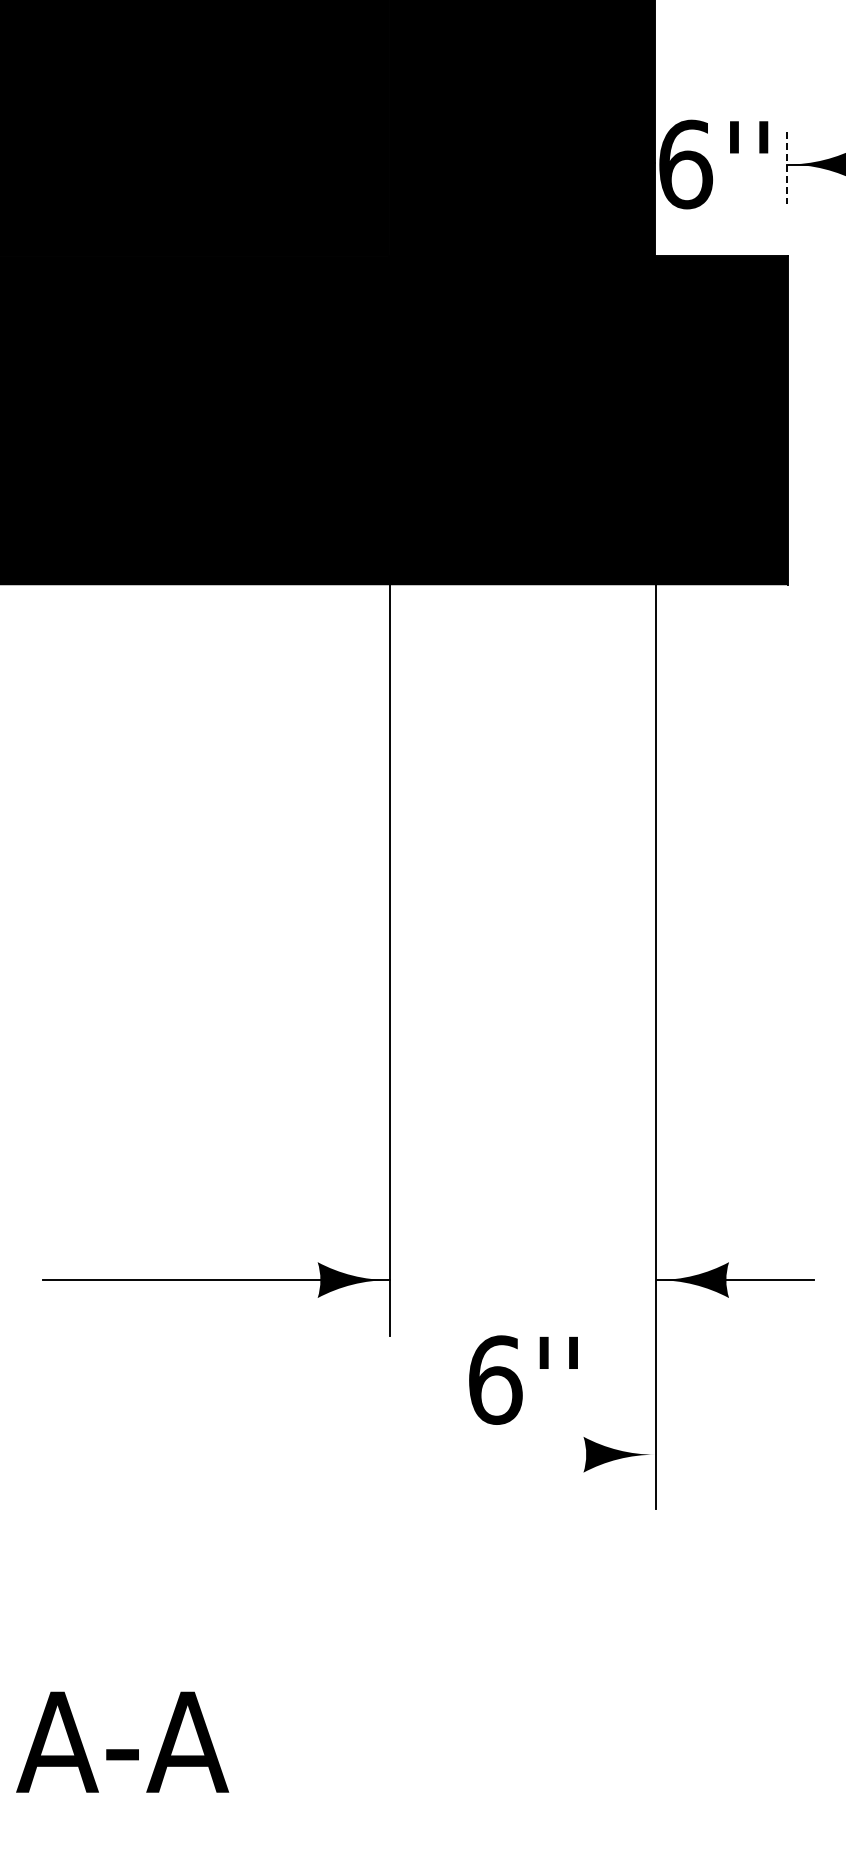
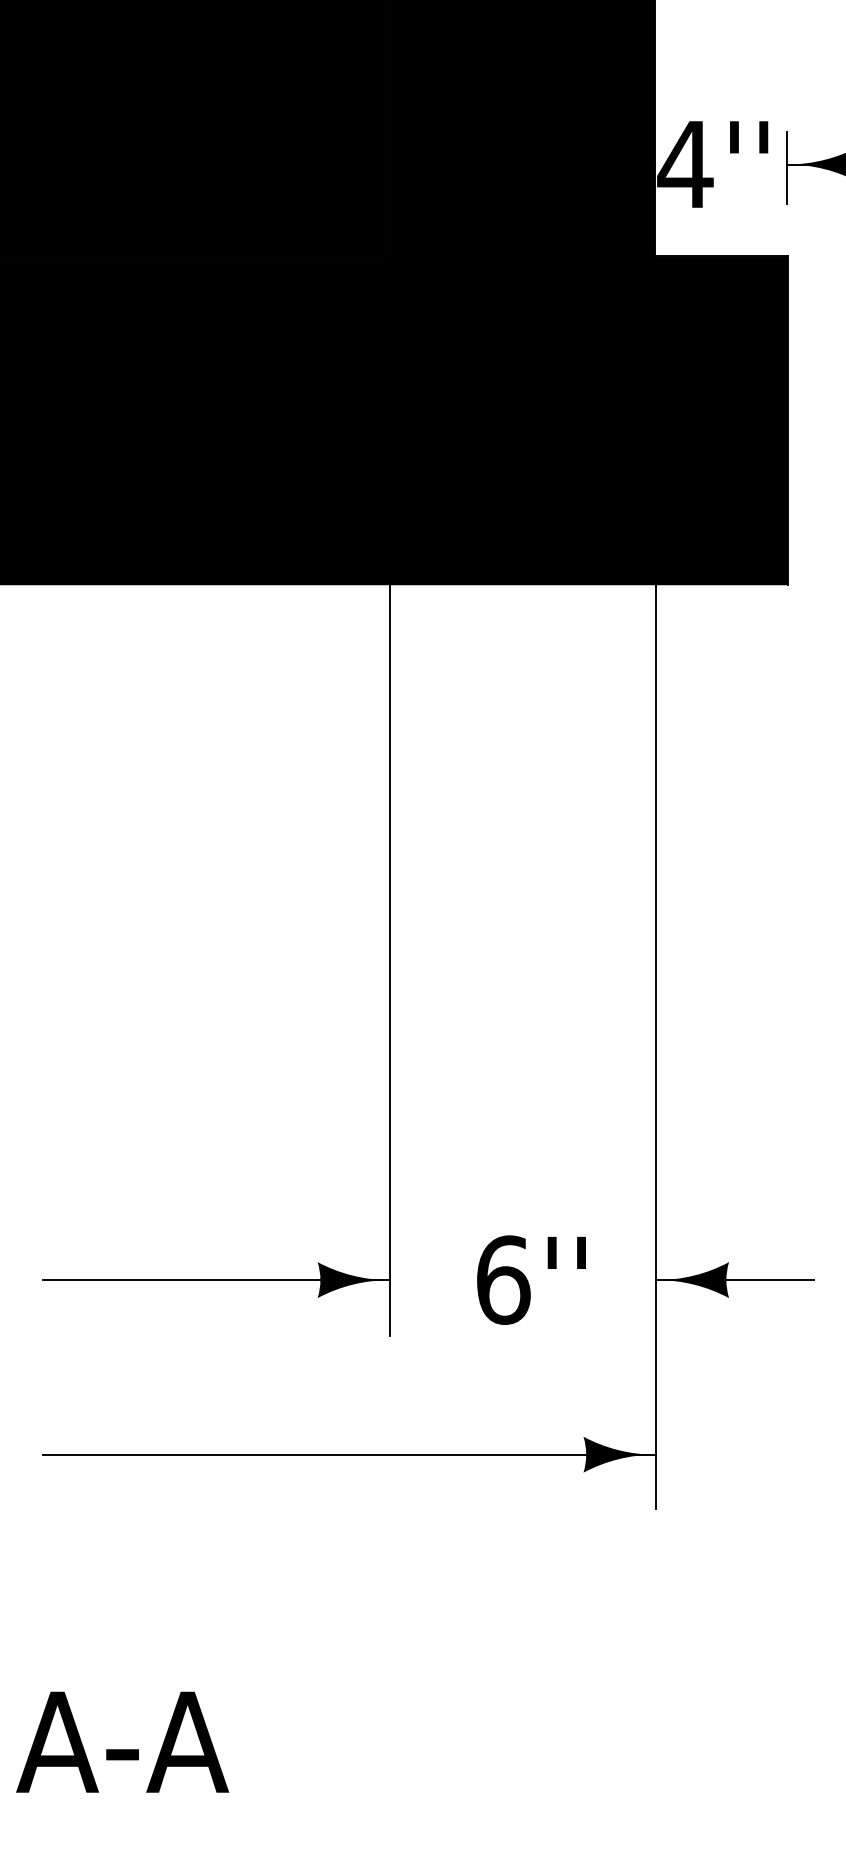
text at (685, 164): 6'' -> 4''
line at (787, 168): dashed -> solid
text at (523, 1379) position: (523, 1379) -> (531, 1279)
line at (349, 1454): none -> present
